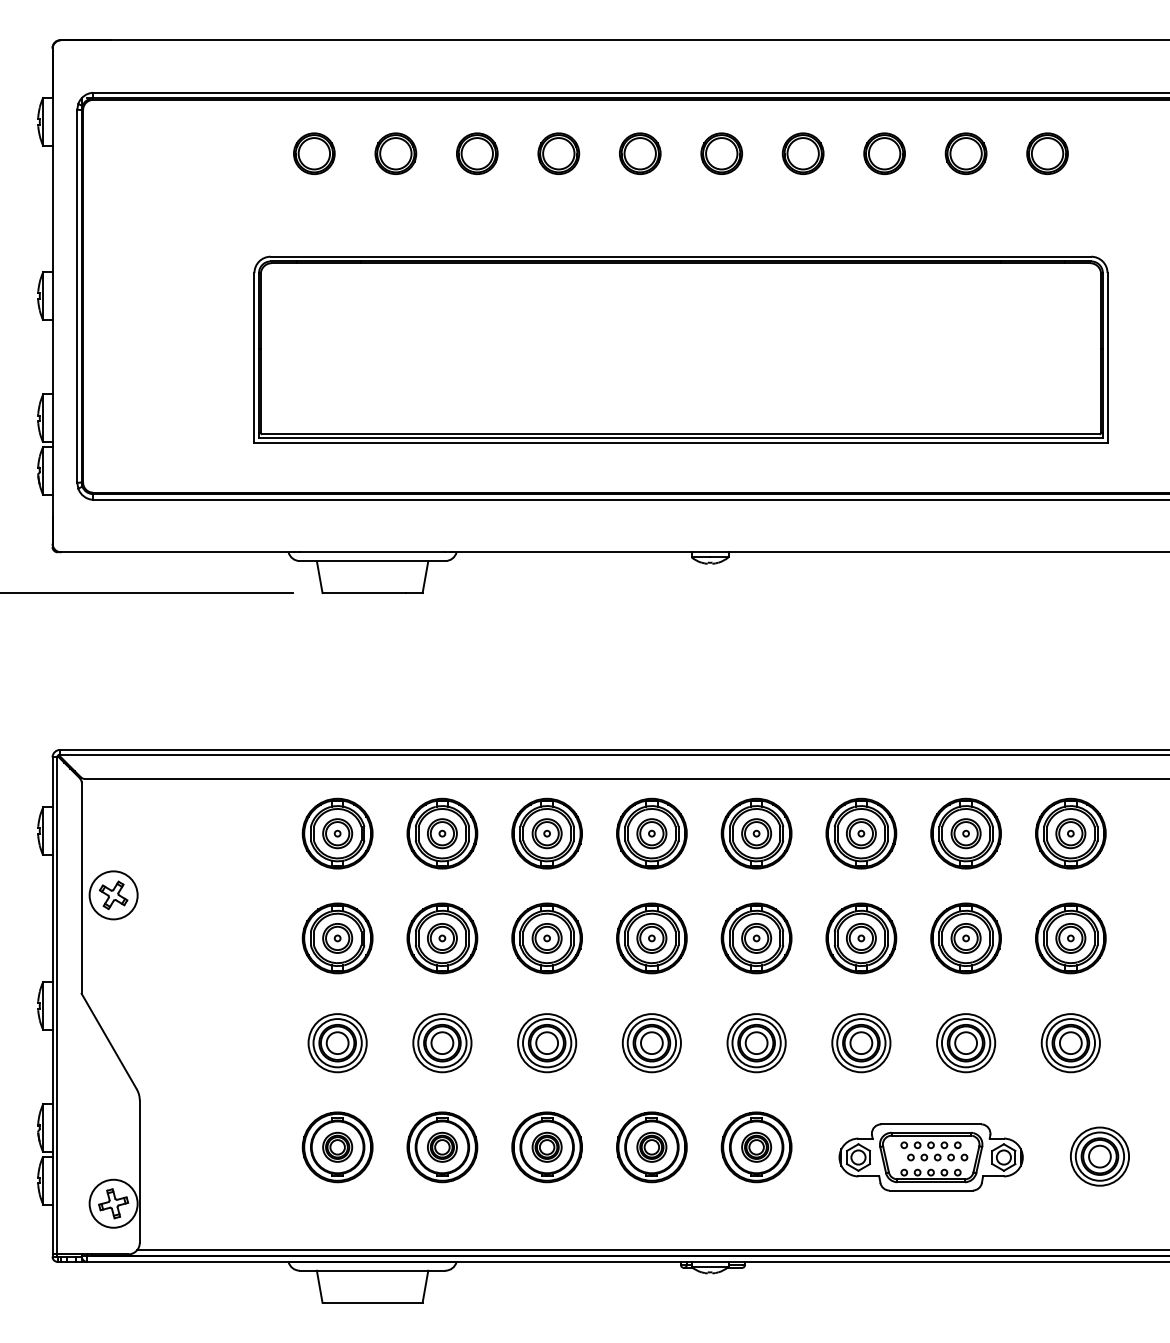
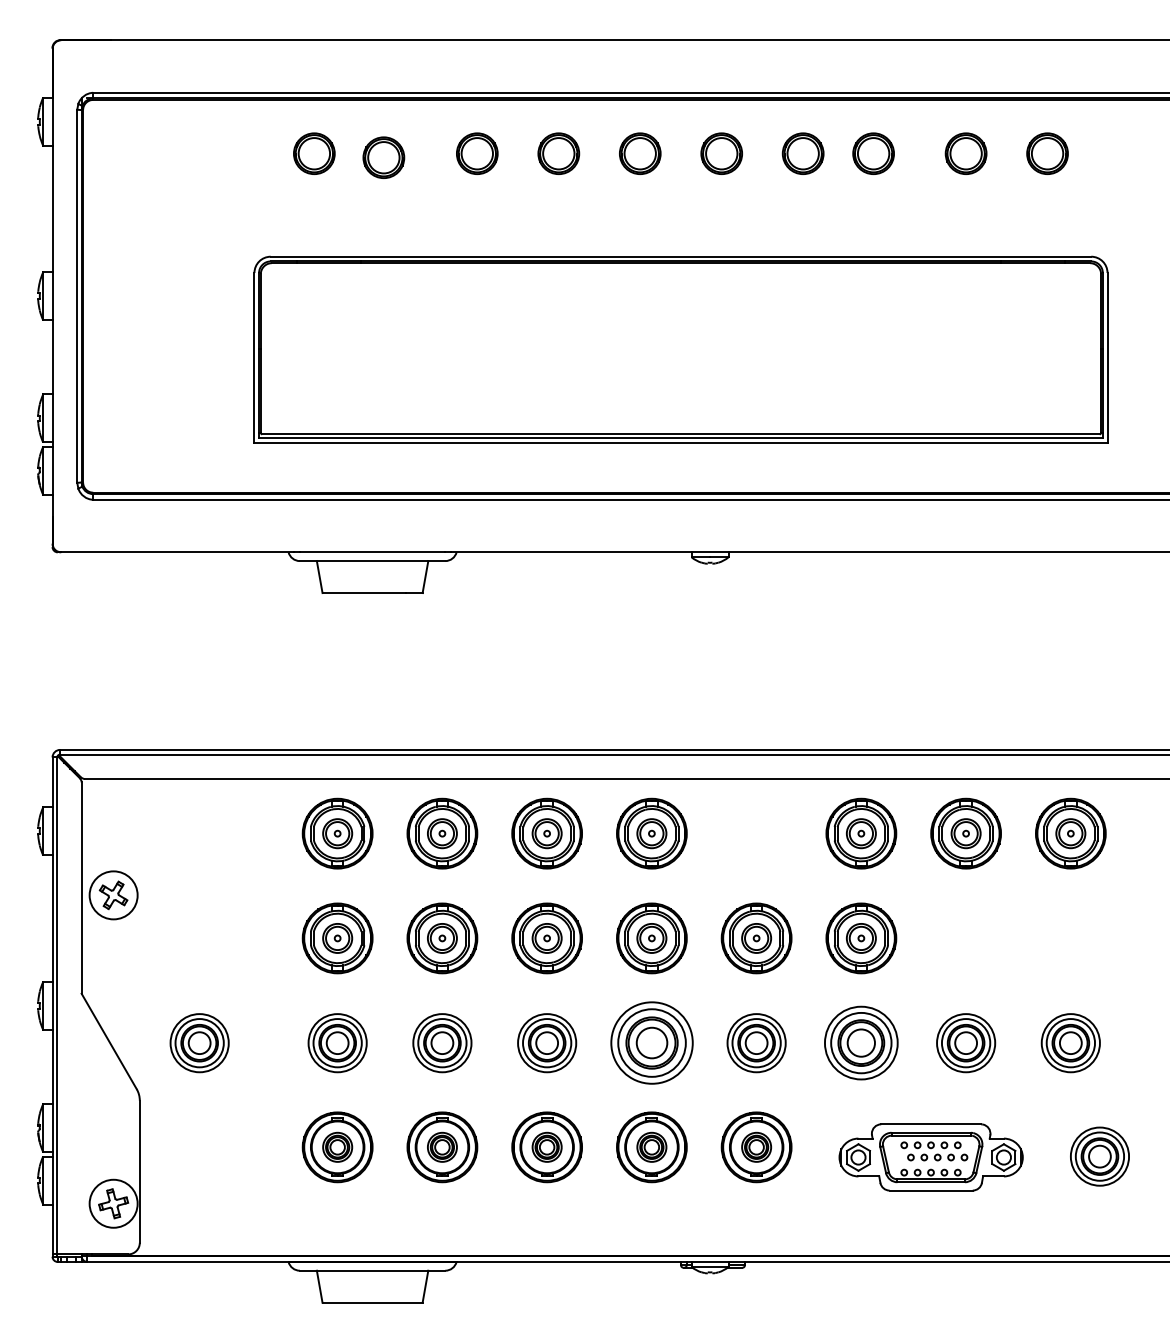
part at (395, 153) position: (395, 153) -> (383, 157)
part at (884, 153) position: (884, 153) -> (873, 153)
line at (147, 593): present -> none
part at (756, 833): present -> none
part at (965, 938): present -> none
part at (1070, 938): present -> none
part at (199, 1043): none -> present
part at (651, 1043) size: 61x61 px -> 84x84 px
part at (861, 1043) size: 61x61 px -> 75x76 px
line at (651, 1250): present -> none
